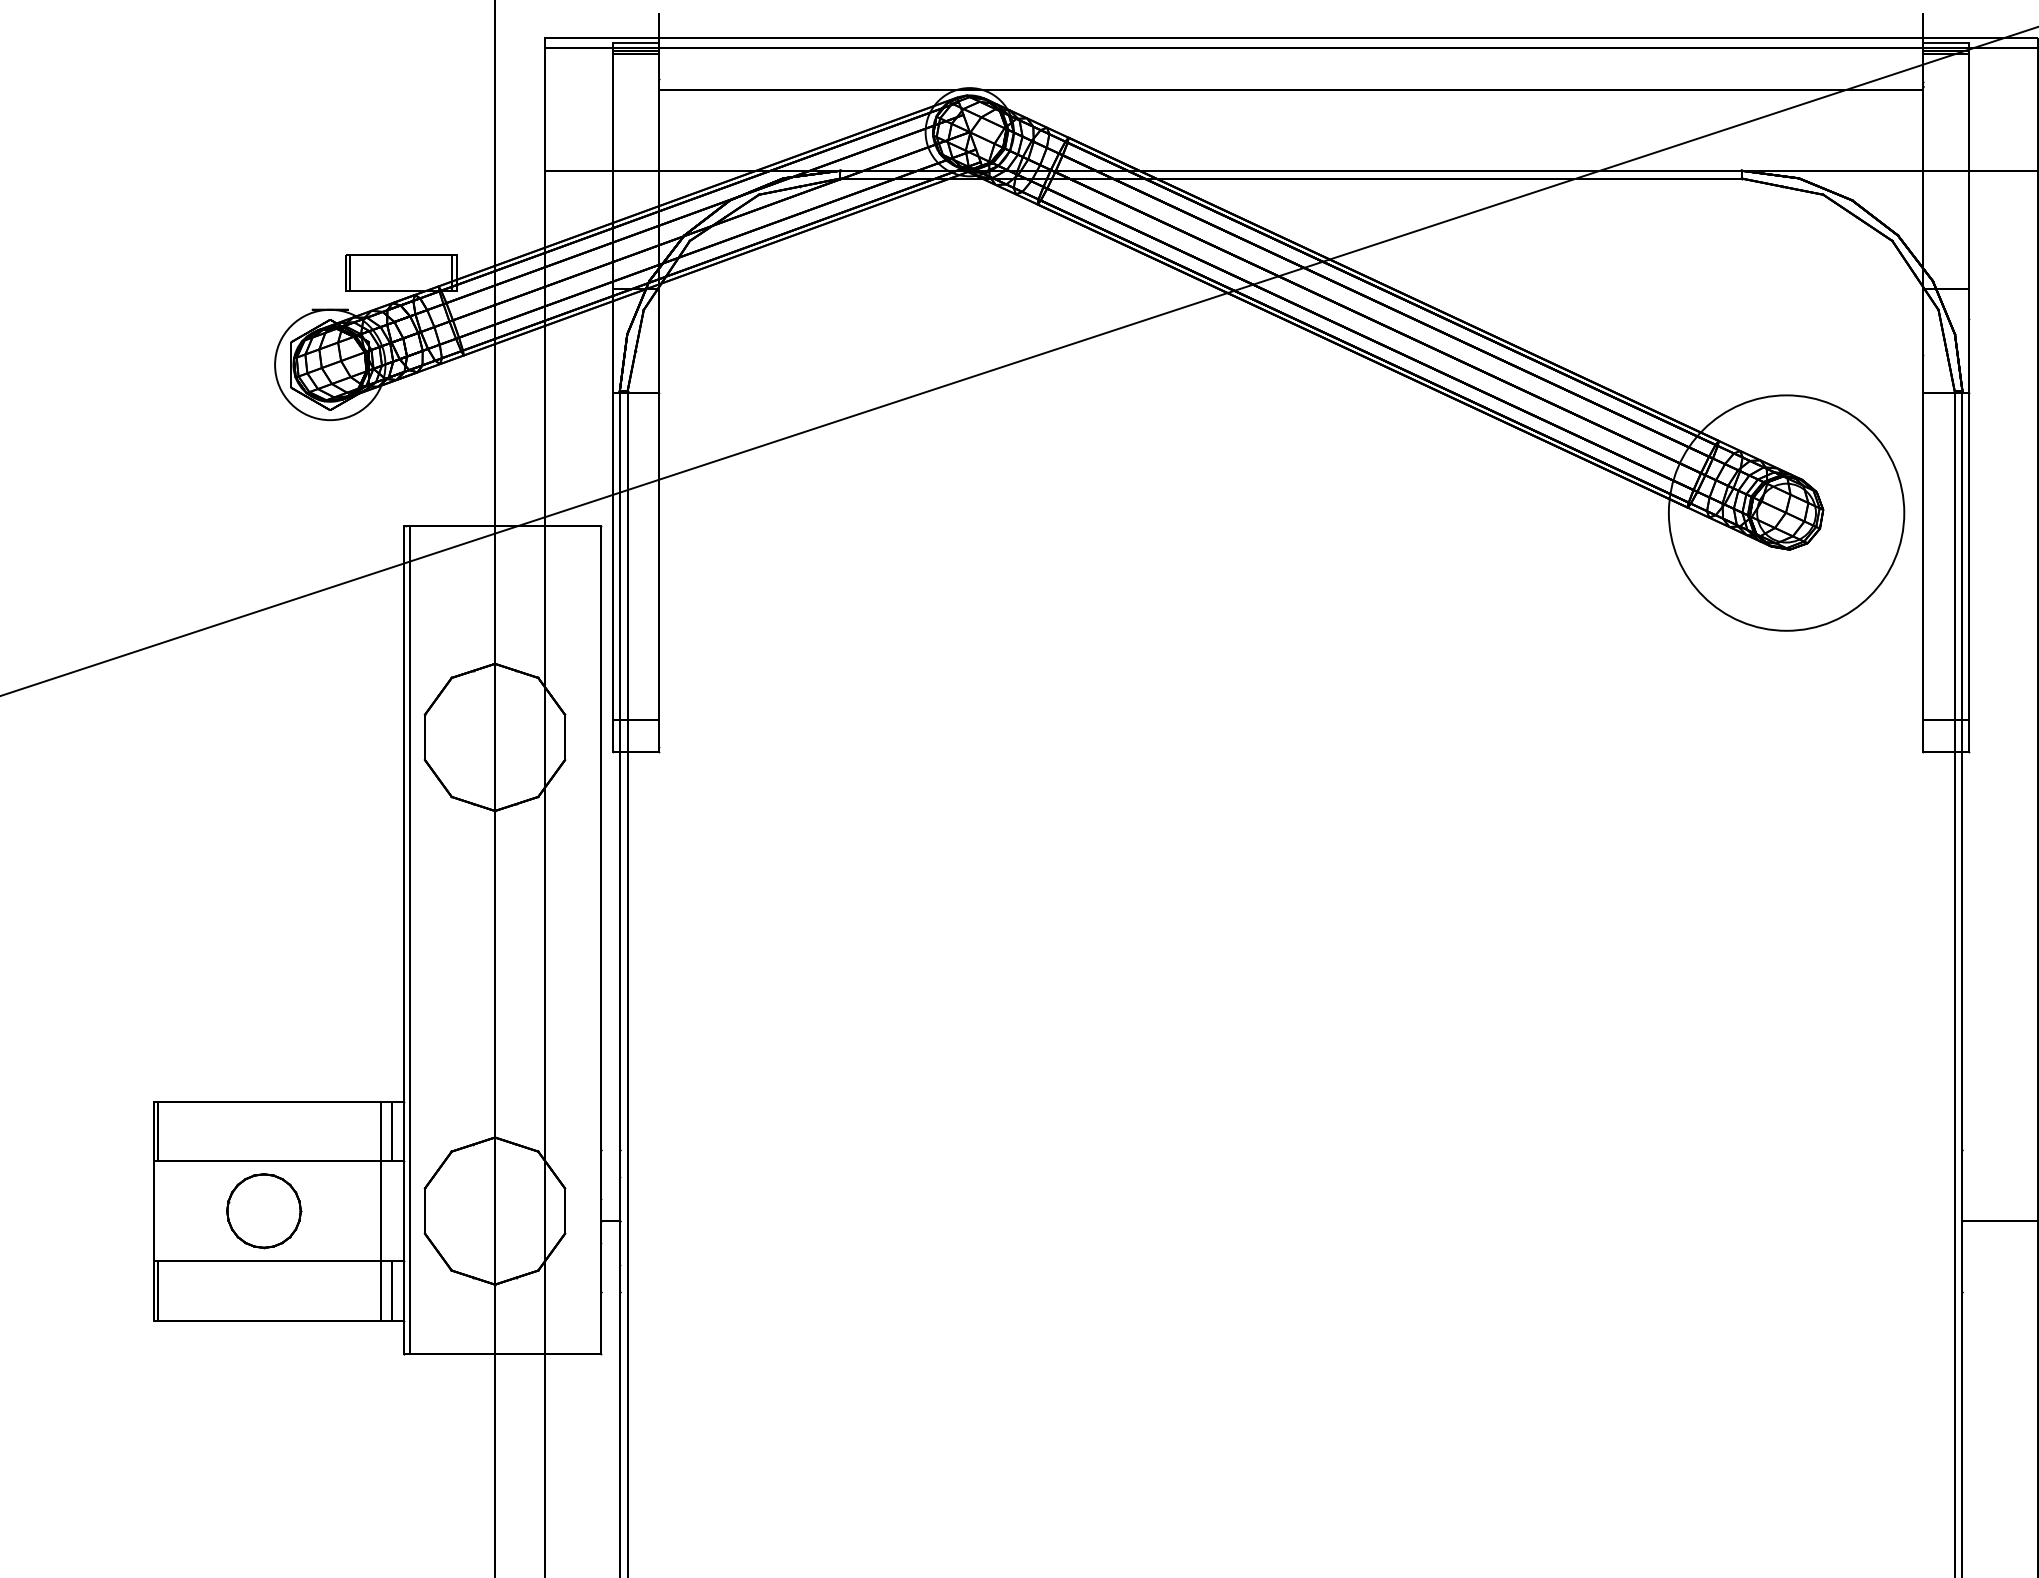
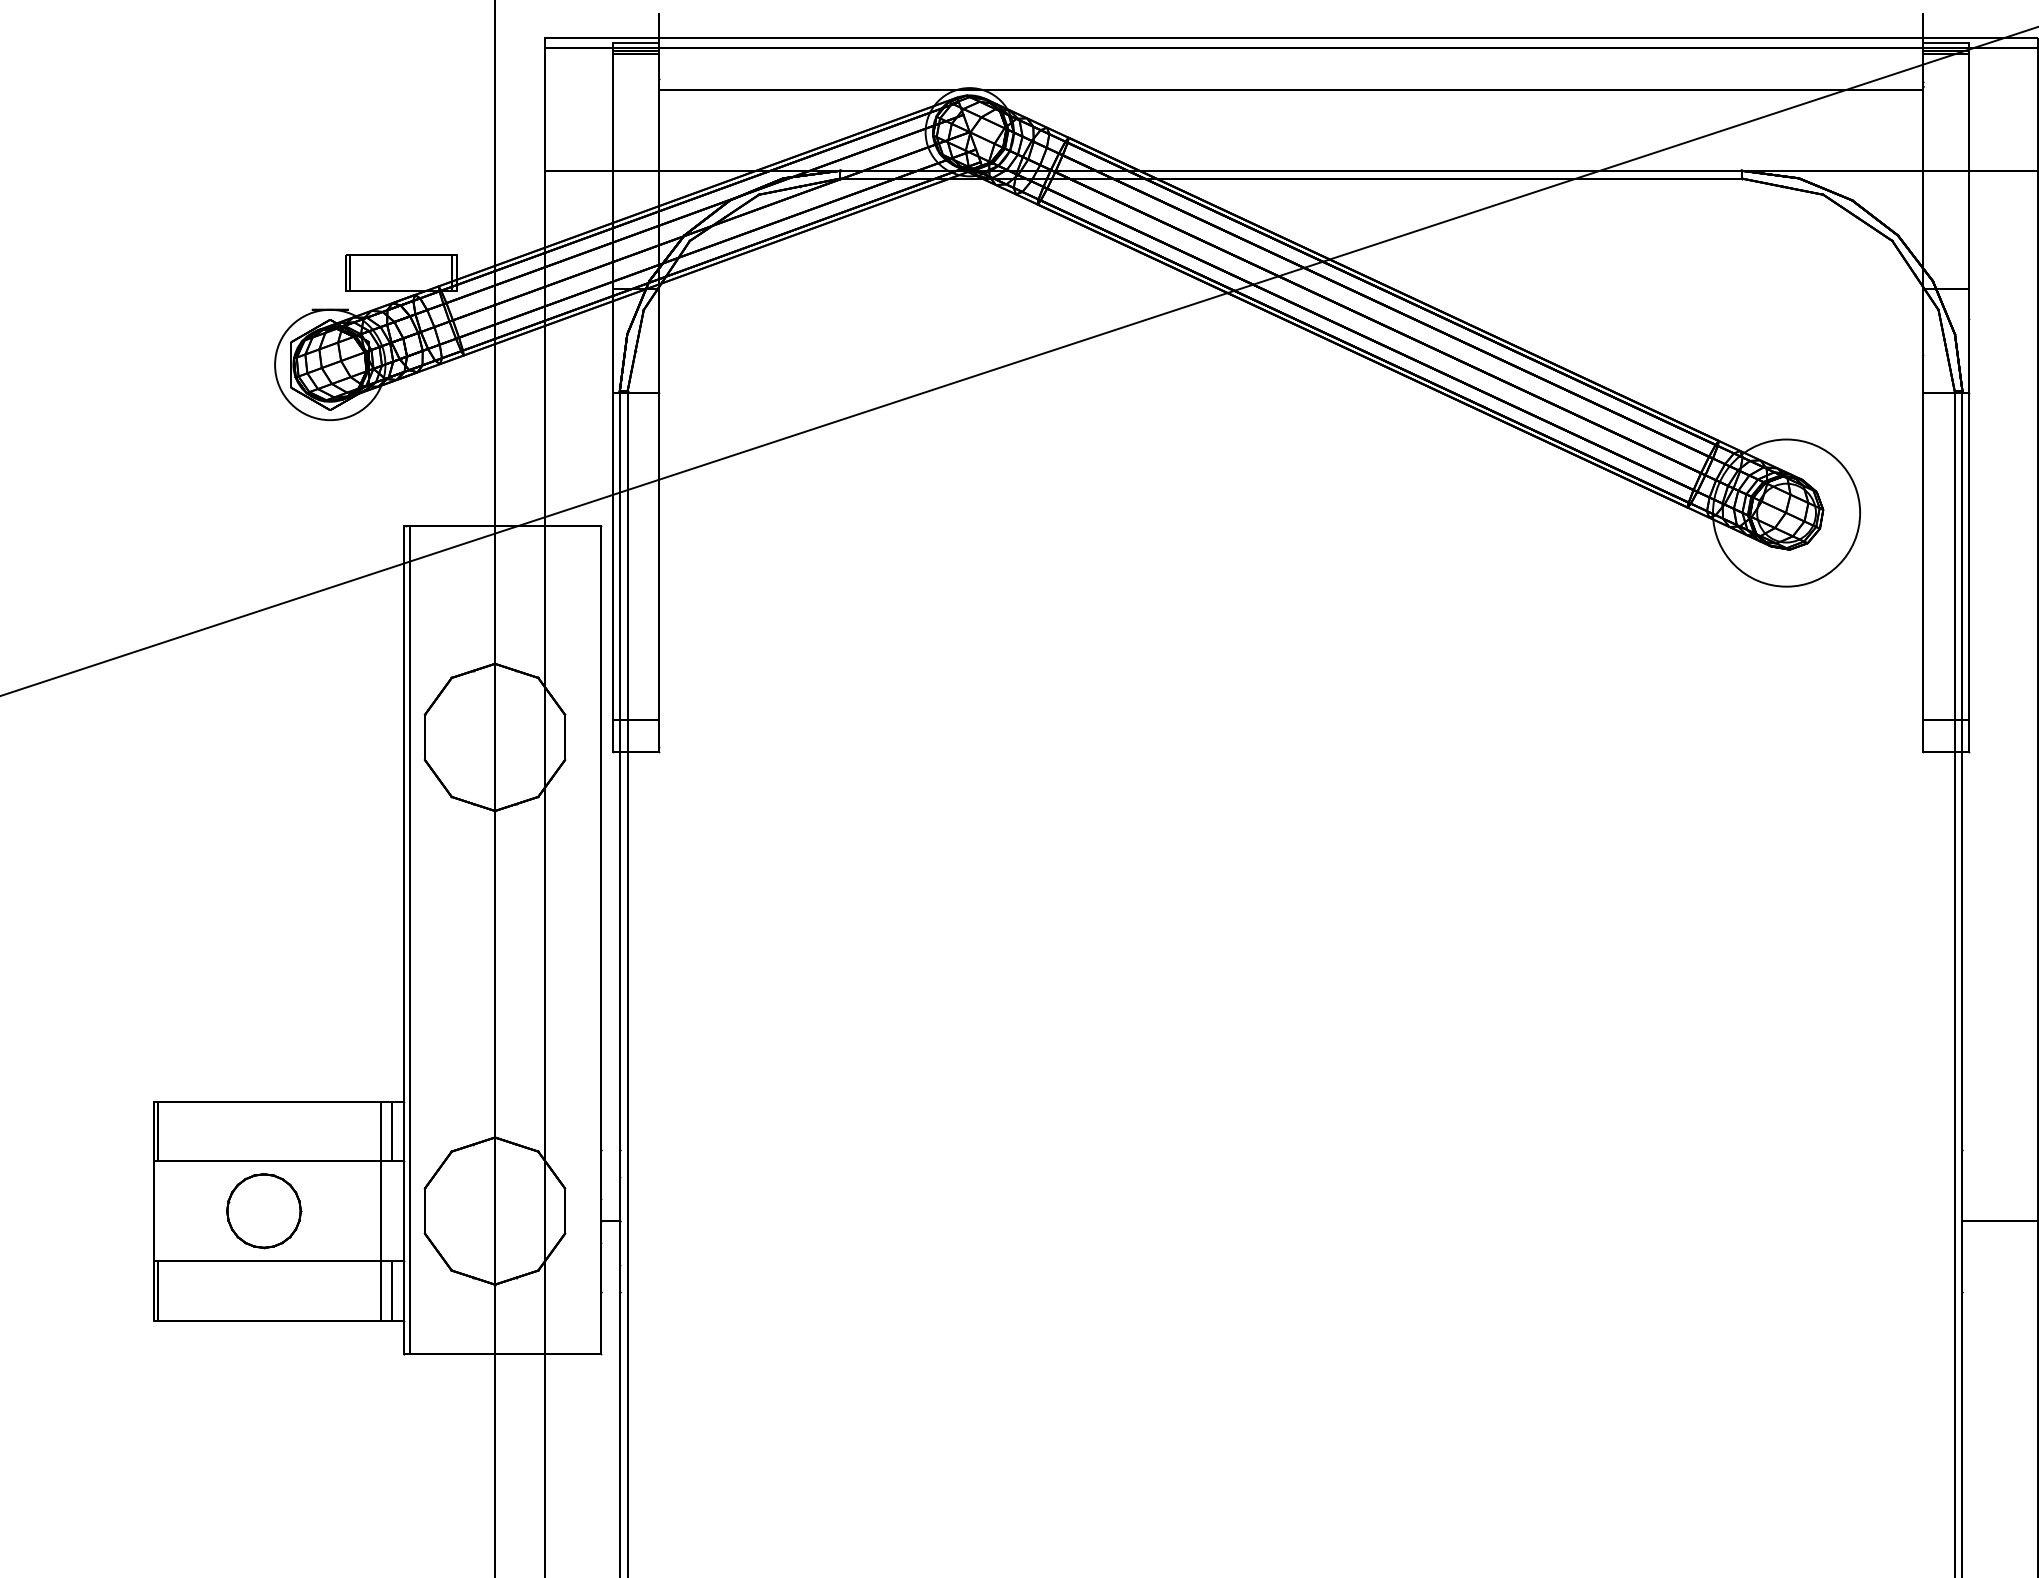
circle at (1786, 512) diameter: 235 px -> 147 px
